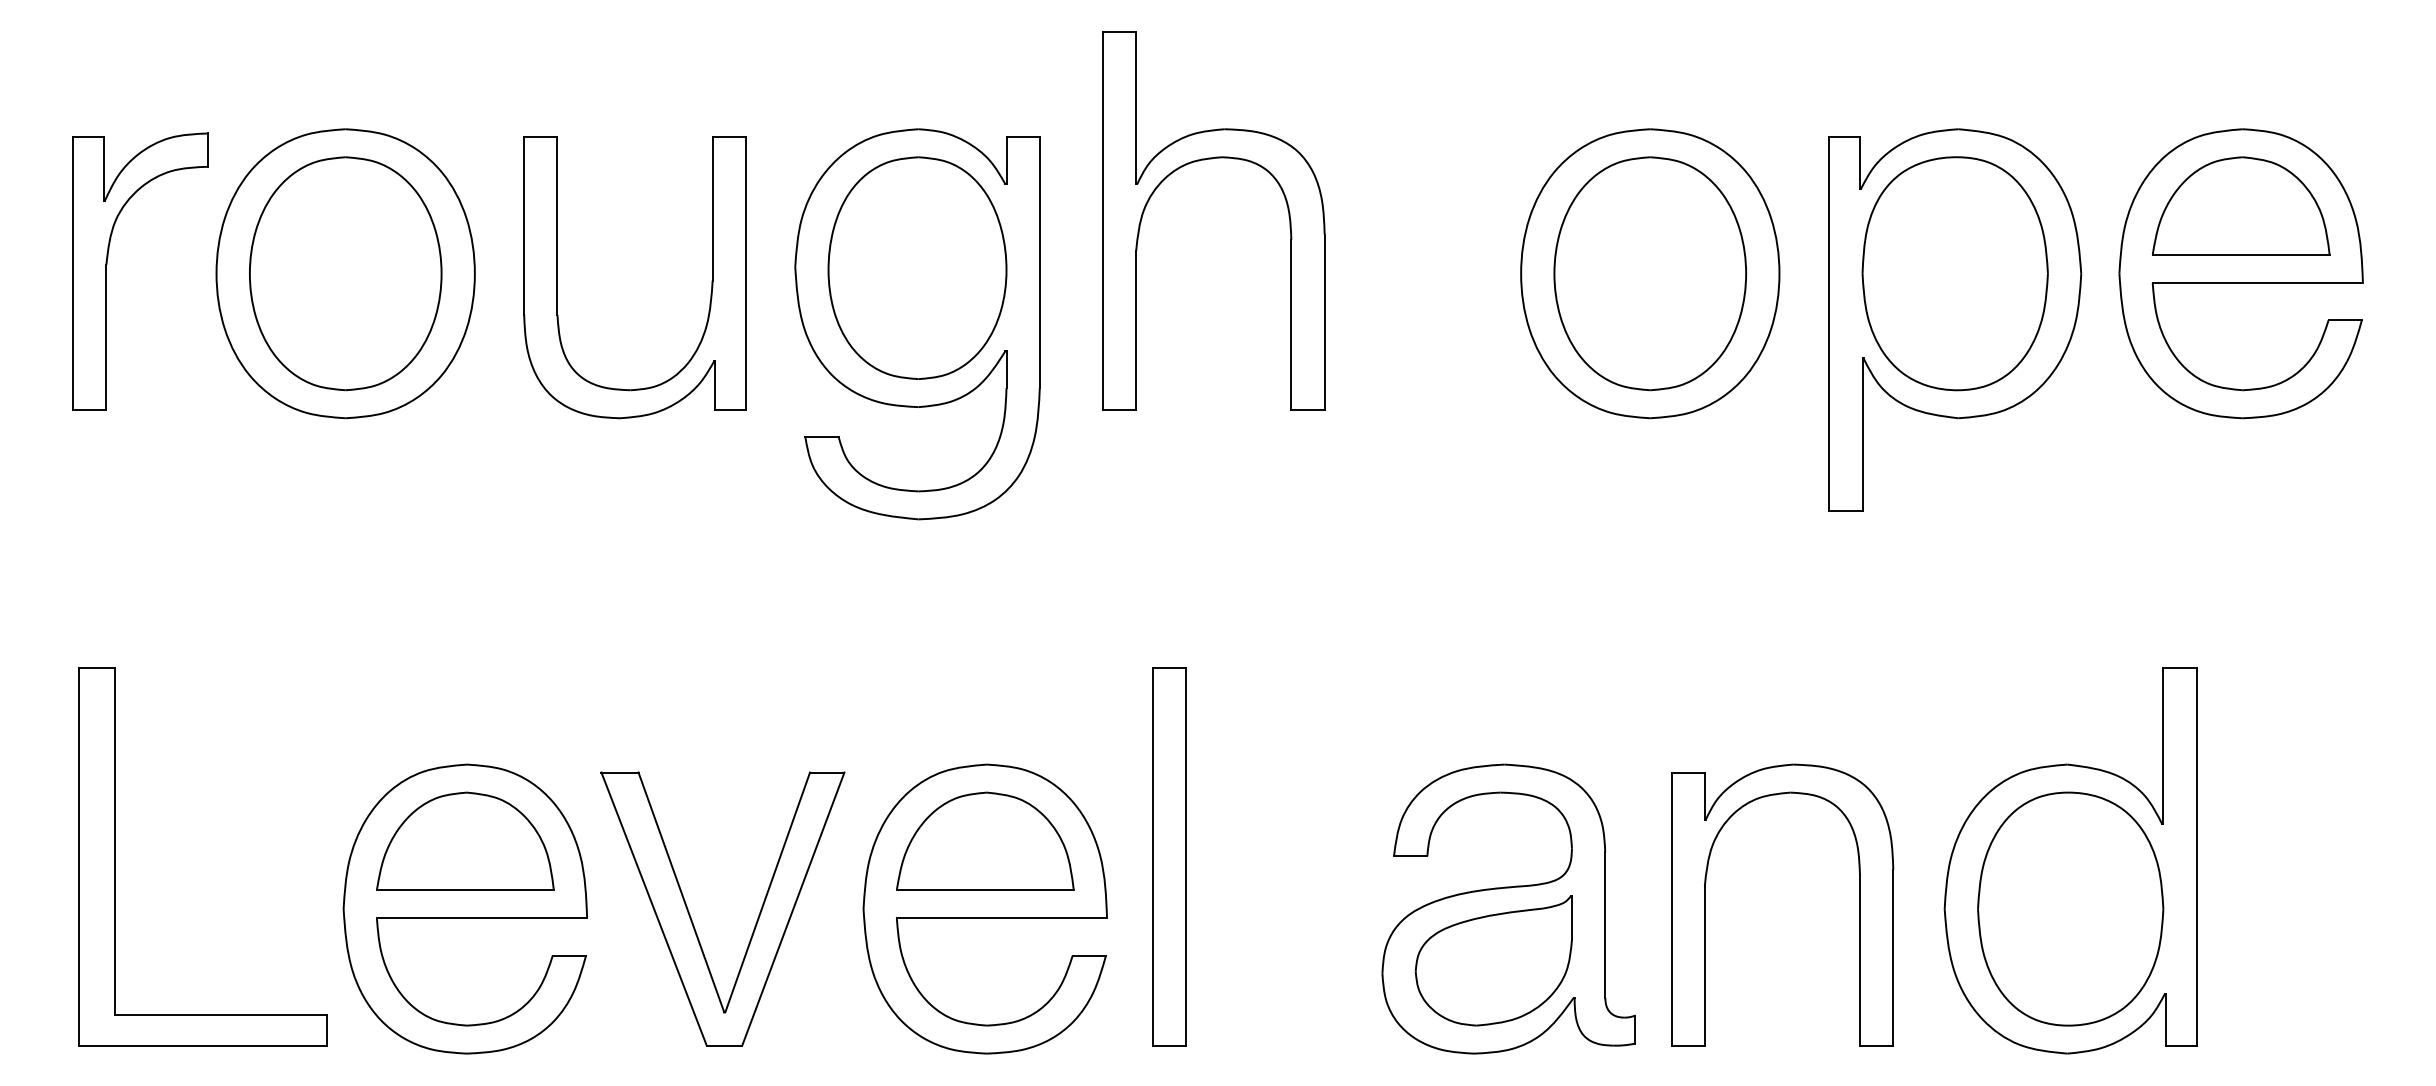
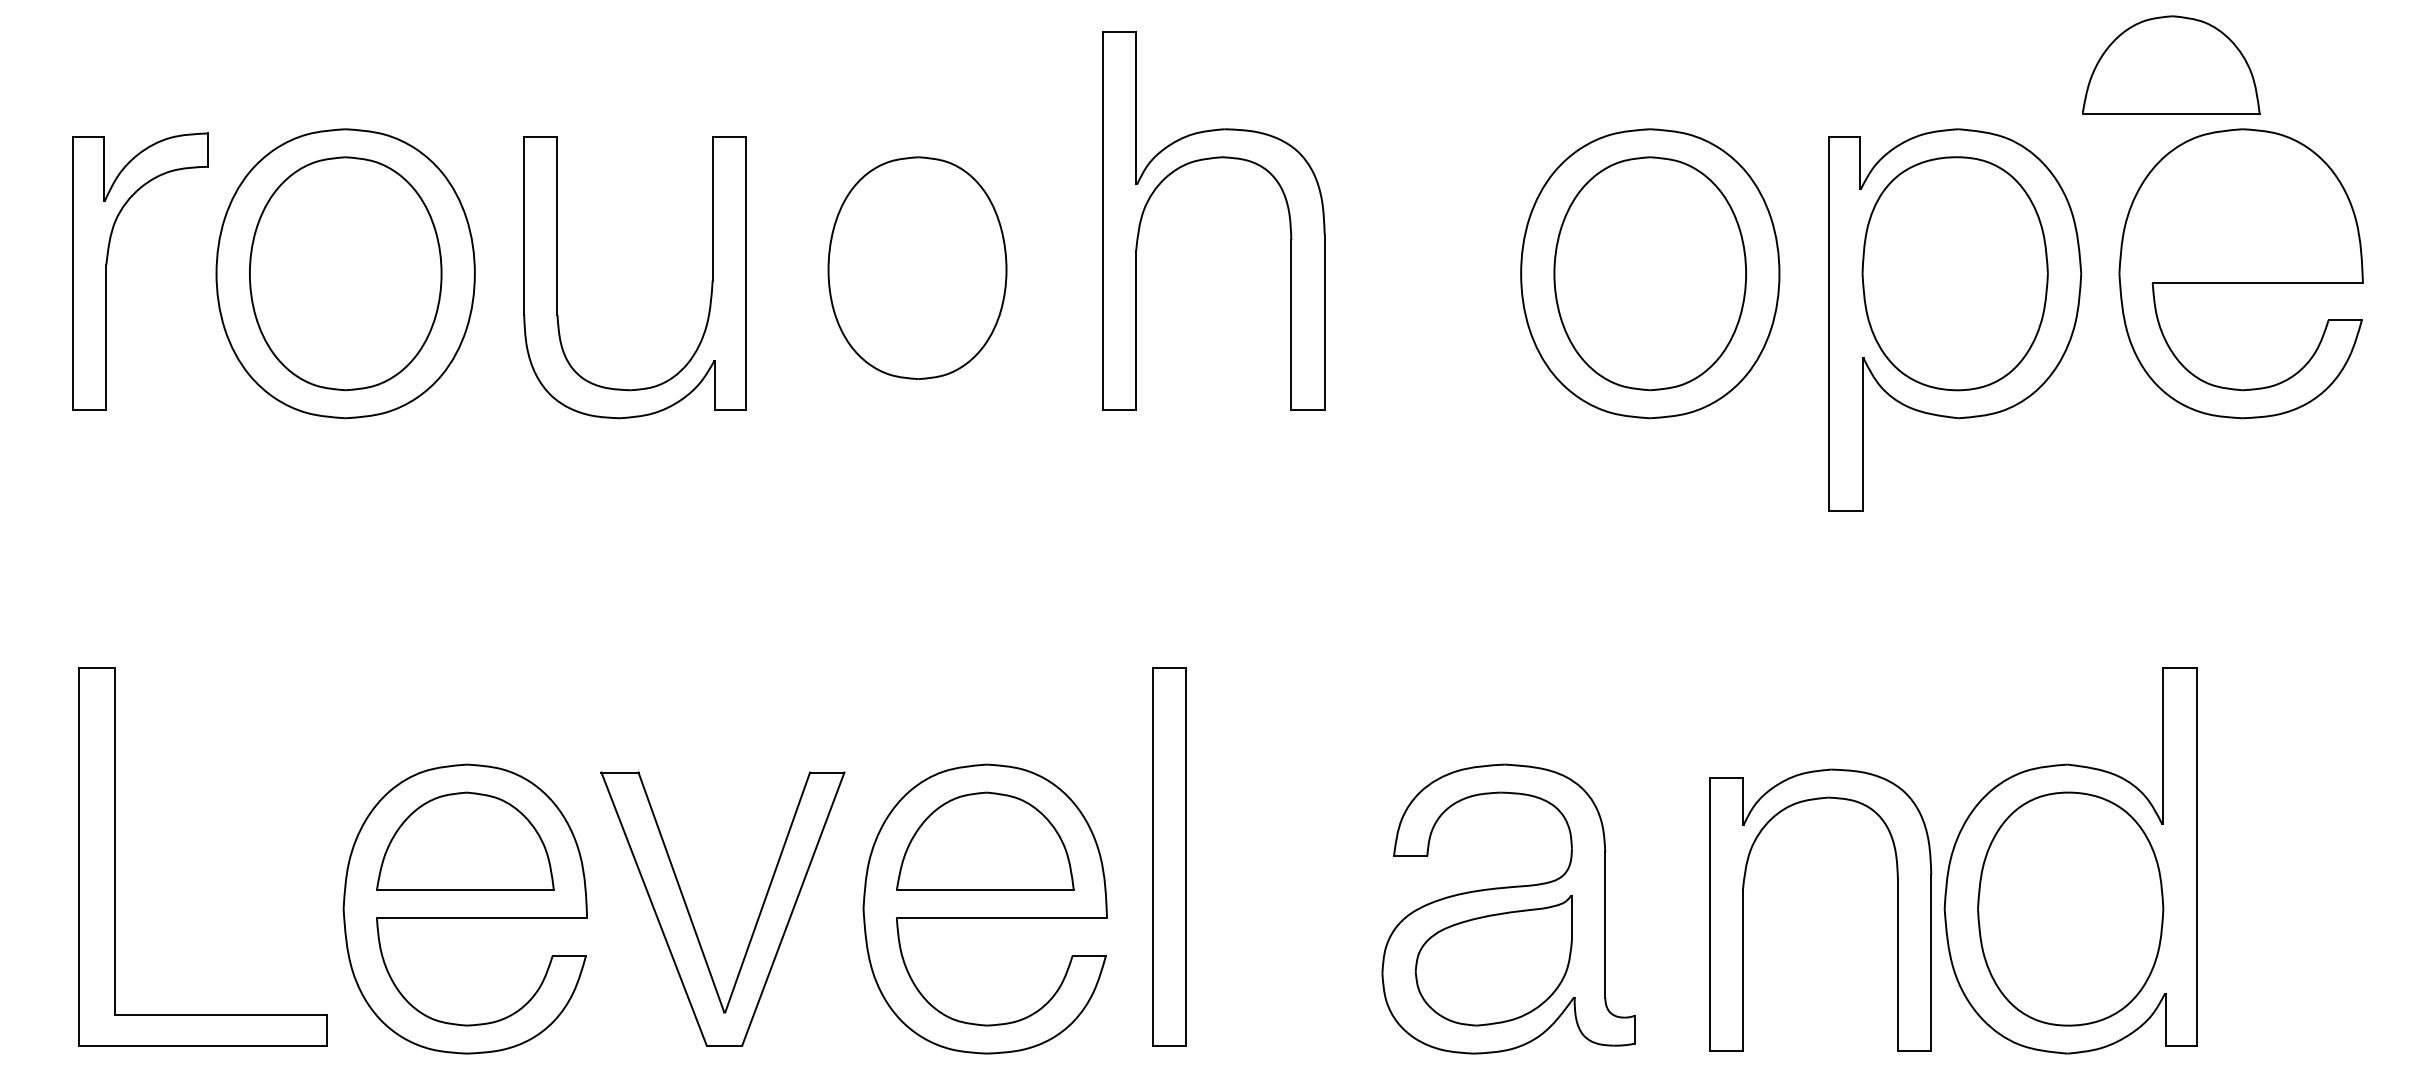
part at (2241, 205) position: (2241, 205) -> (2171, 64)
part at (917, 324): present -> none
part at (1705, 904) position: (1705, 904) -> (1743, 909)
